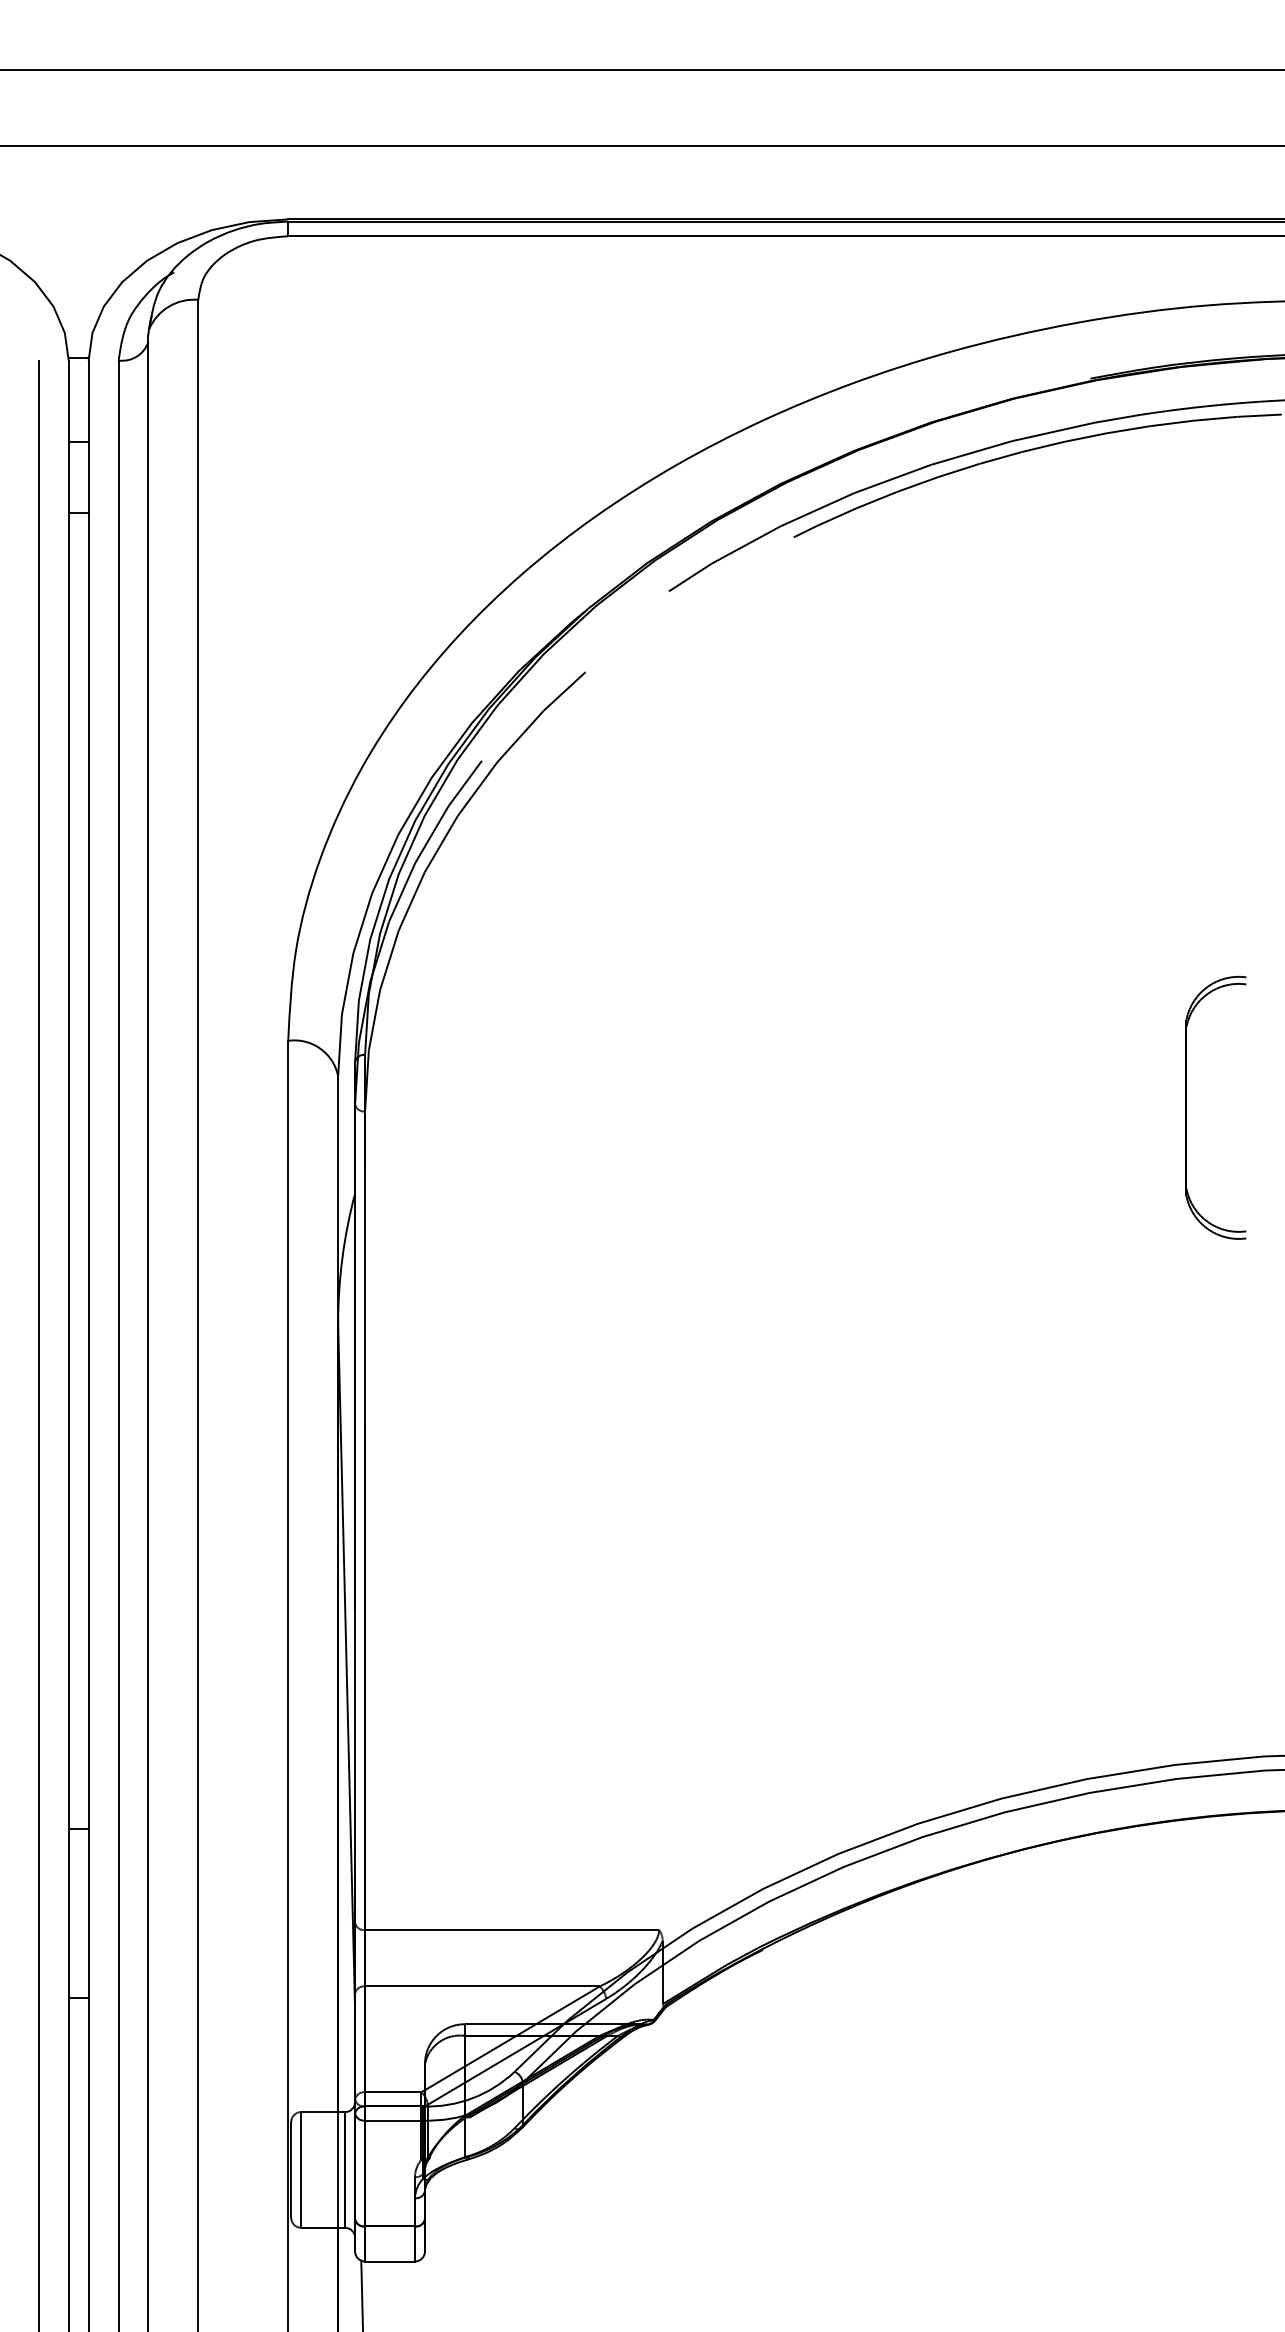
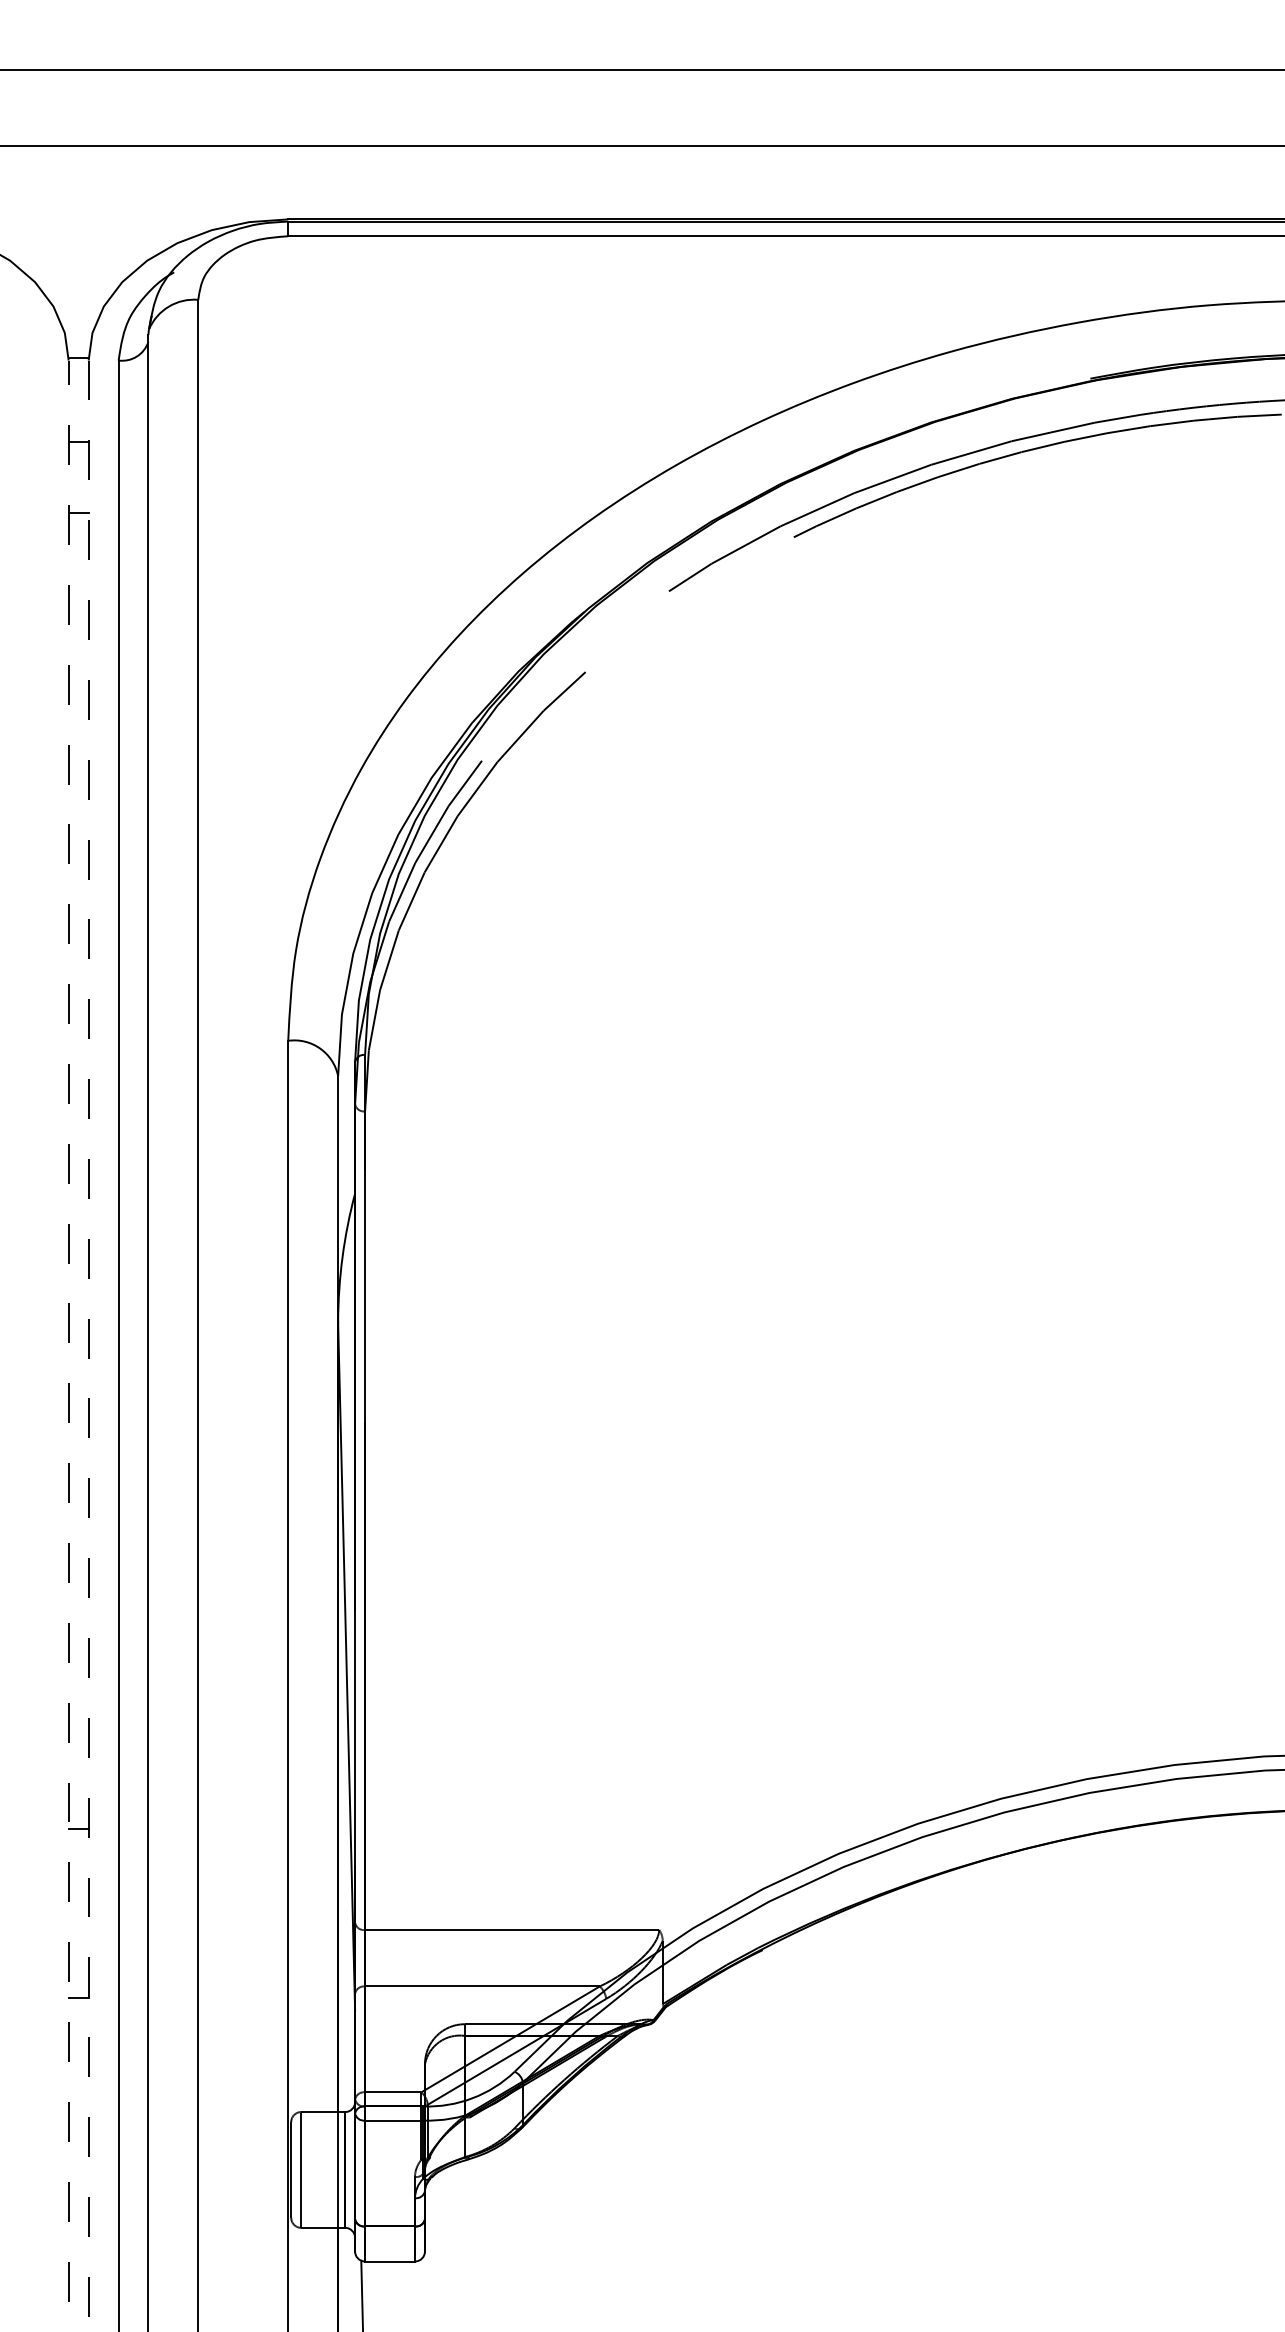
part at (1186, 1107): present -> none
line at (38, 1344): present -> none
line at (68, 1345): solid -> dashed
line at (88, 1346): solid -> dashed
